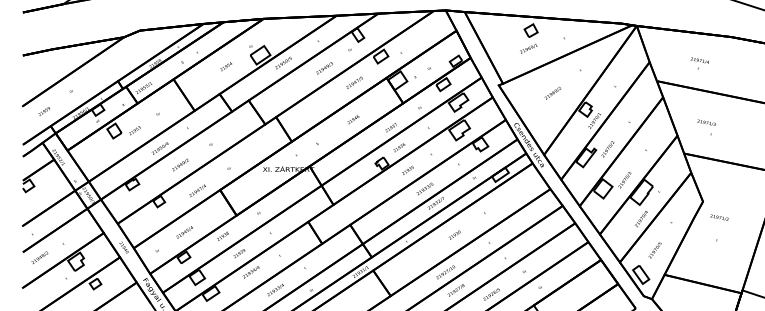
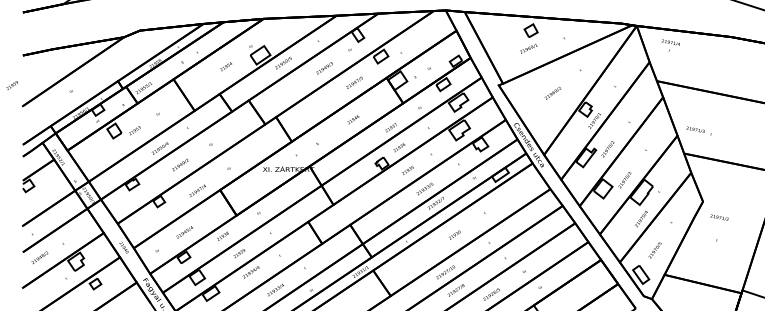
text at (699, 63) position: (699, 63) -> (670, 45)
text at (43, 111) position: (43, 111) -> (11, 85)
text at (706, 122) position: (706, 122) -> (695, 129)
